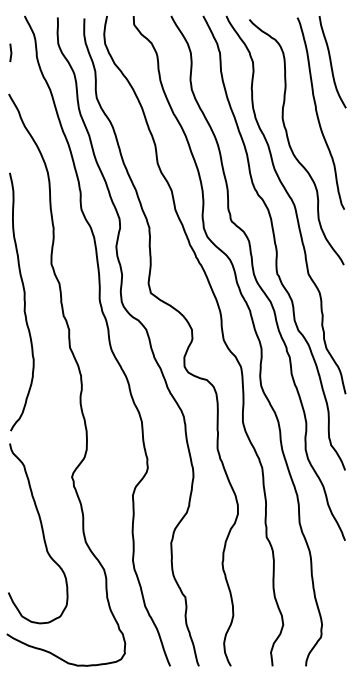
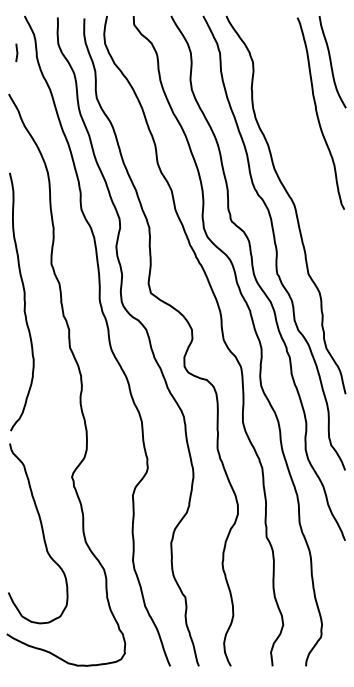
line at (10, 52) position: (10, 52) -> (16, 52)
curve at (290, 144): present -> none
